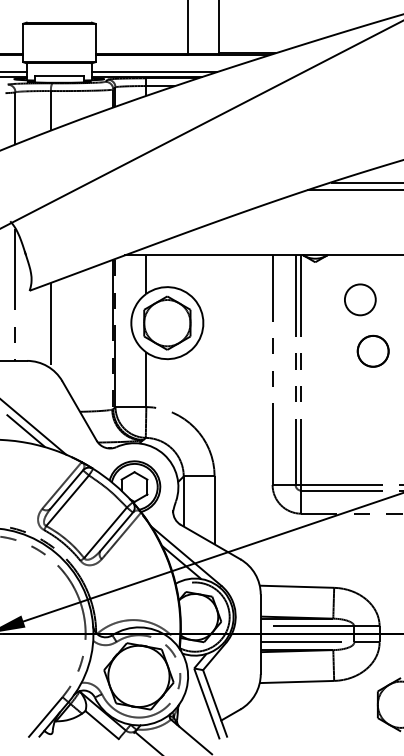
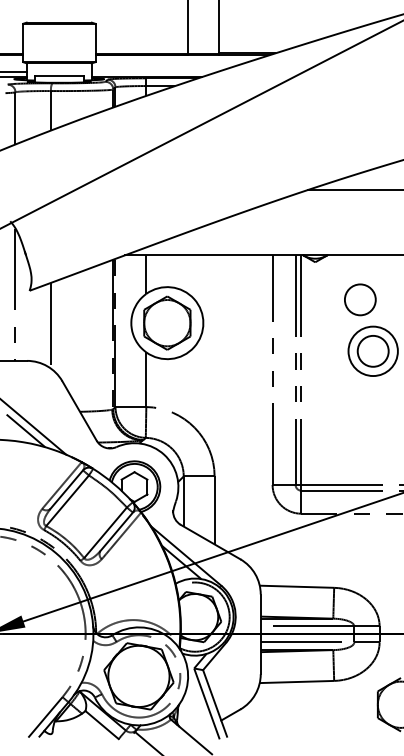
line at (154, 72): present -> none
line at (365, 182): present -> none
circle at (372, 350) diameter: 31 px -> 49 px
